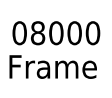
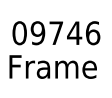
text at (65, 33): 08000 -> 09746
